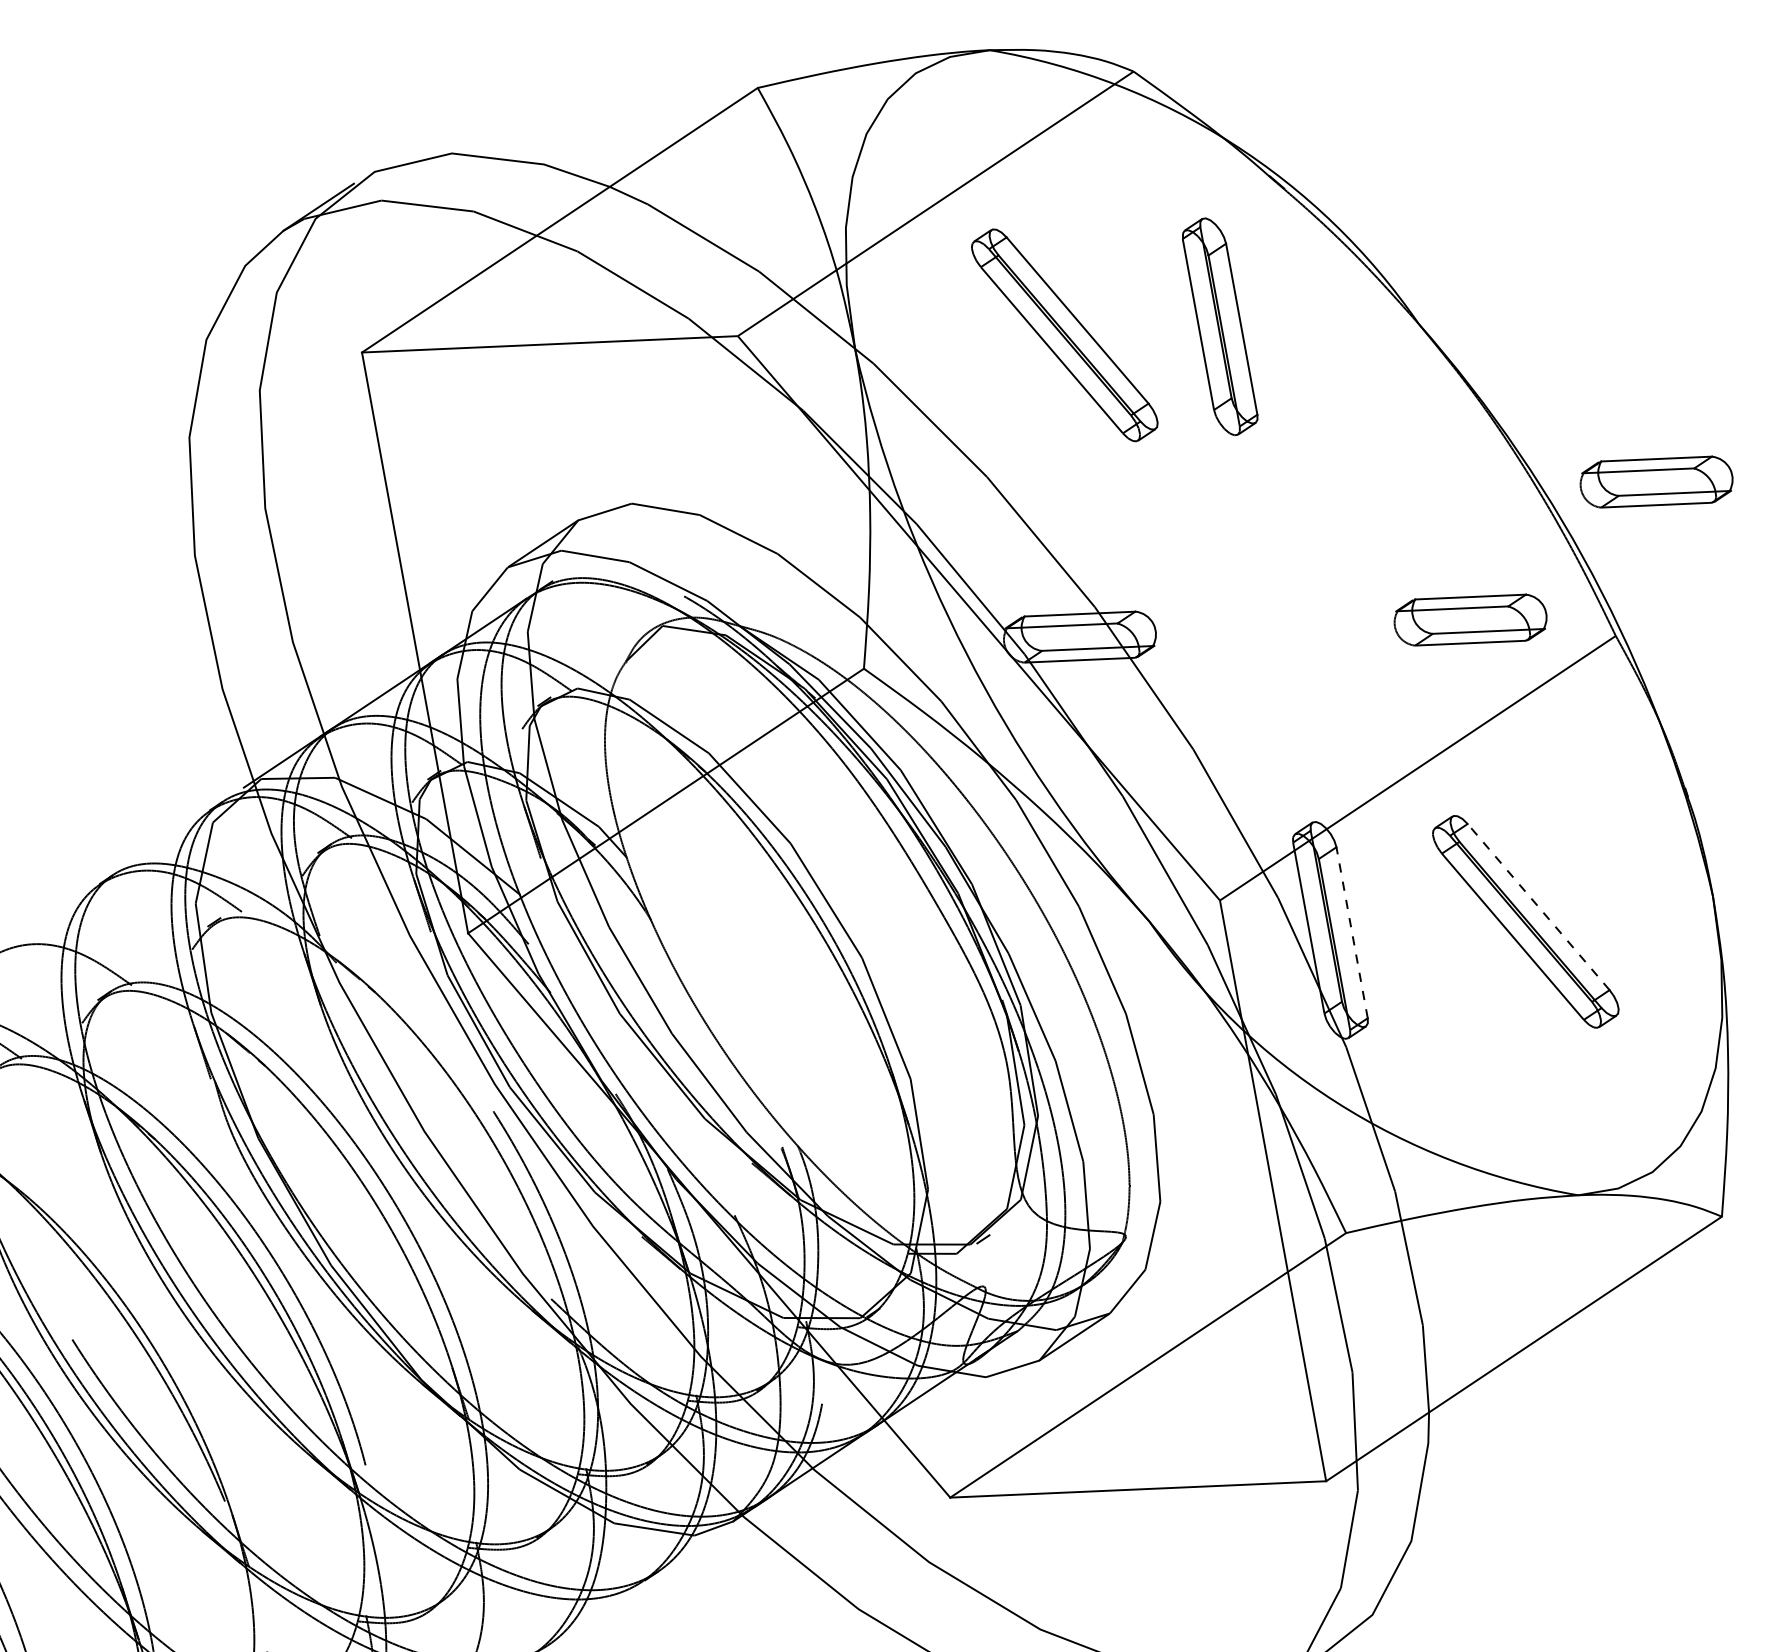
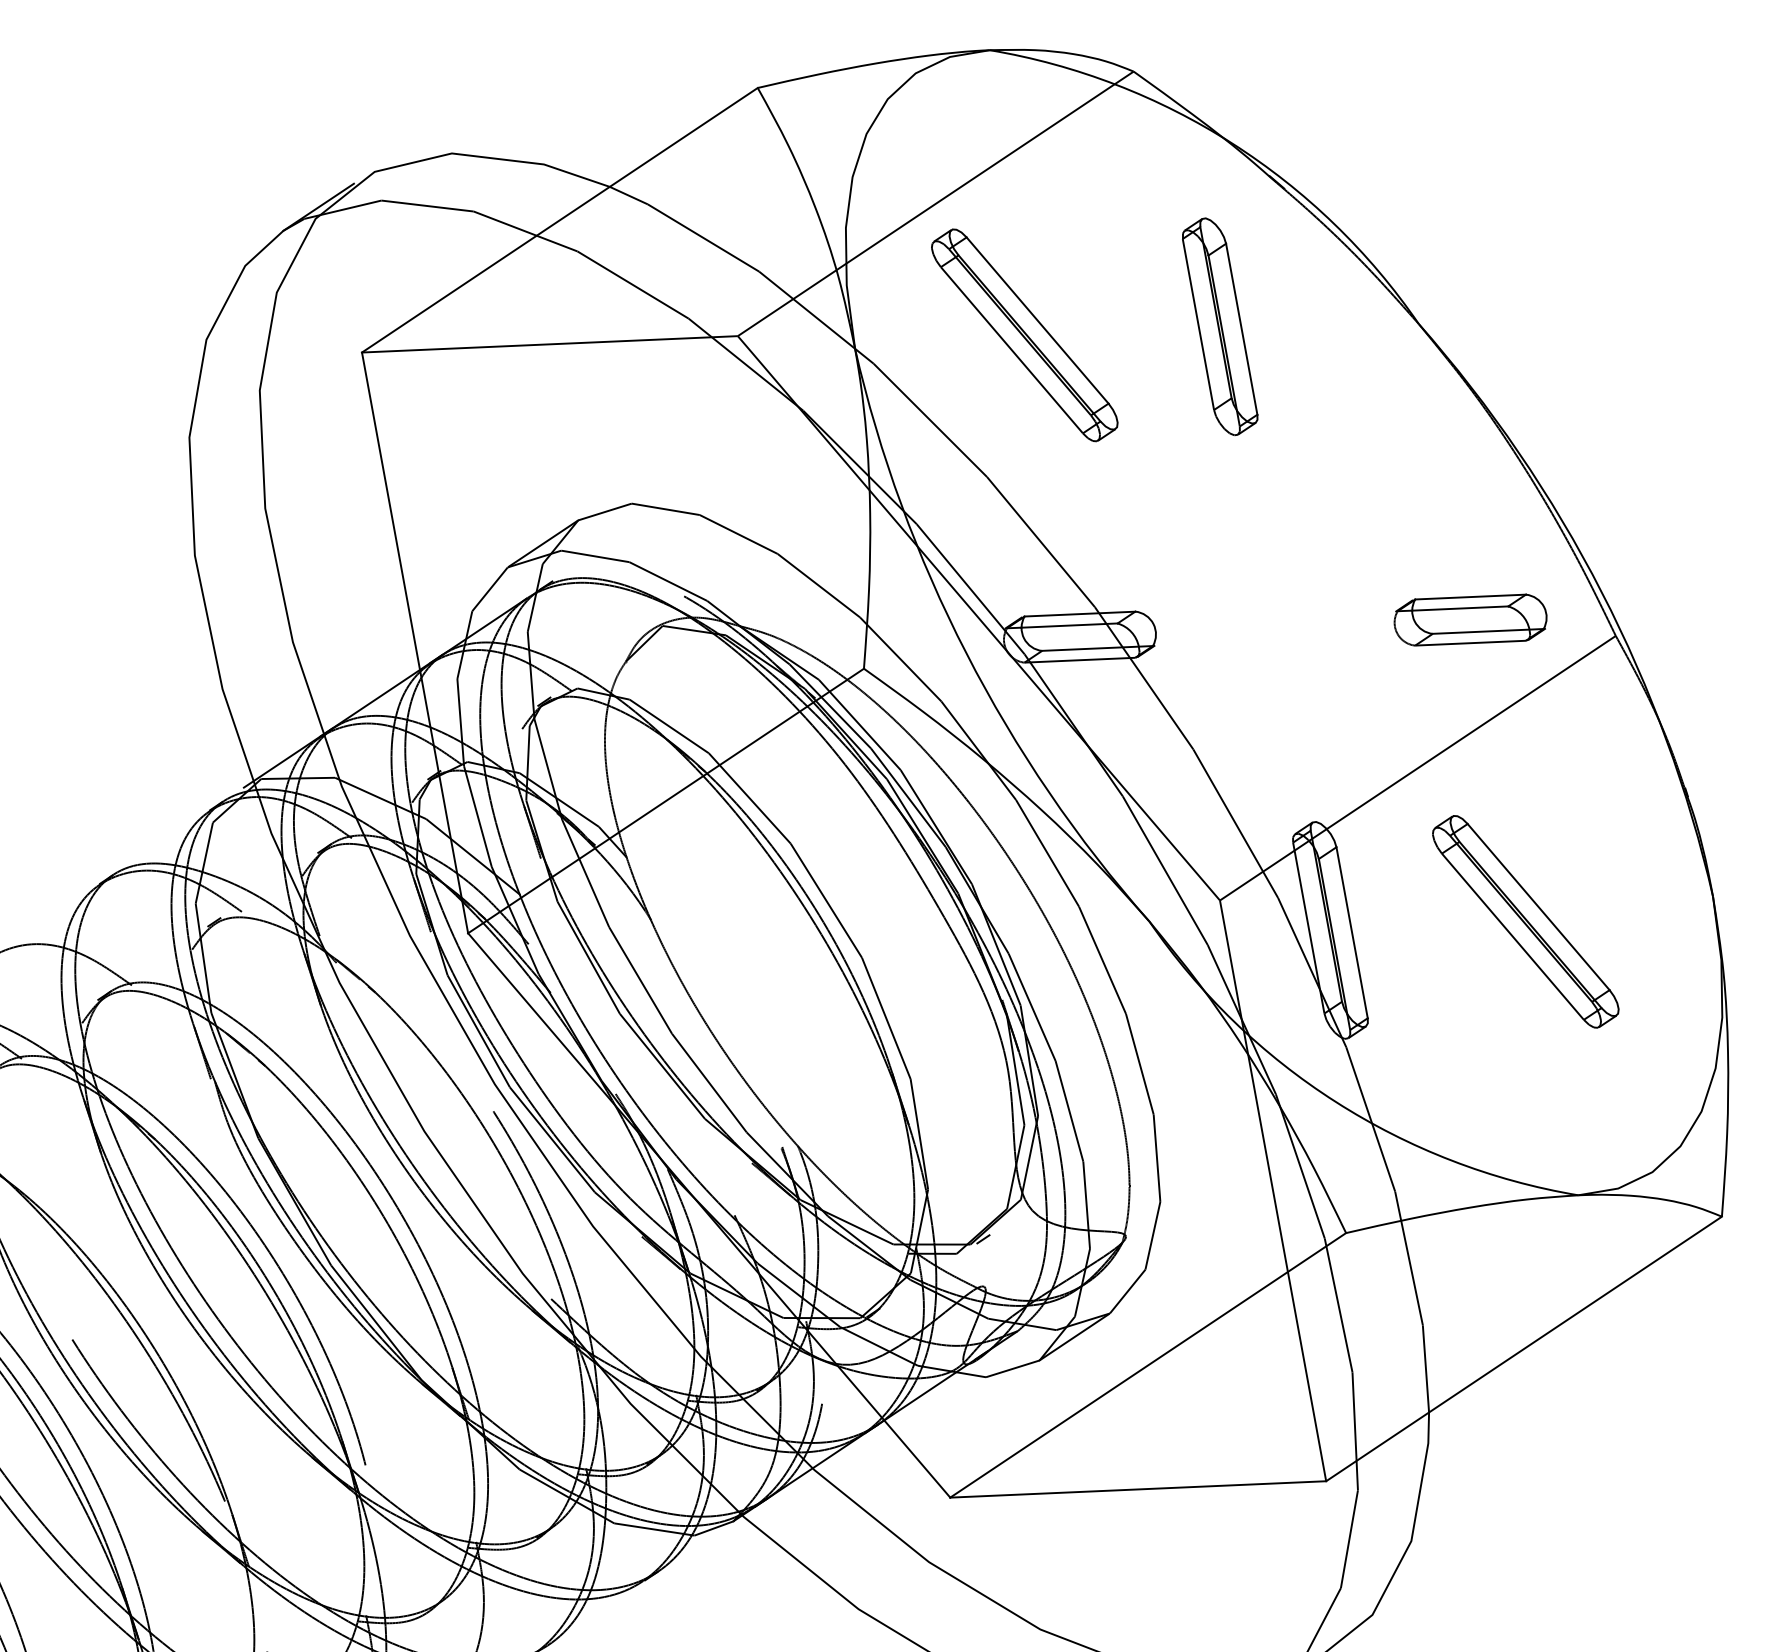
part at (1064, 335) position: (1064, 335) -> (1024, 335)
part at (1656, 481): present -> none
line at (1538, 906): dashed -> solid
line at (1352, 932): dashed -> solid
